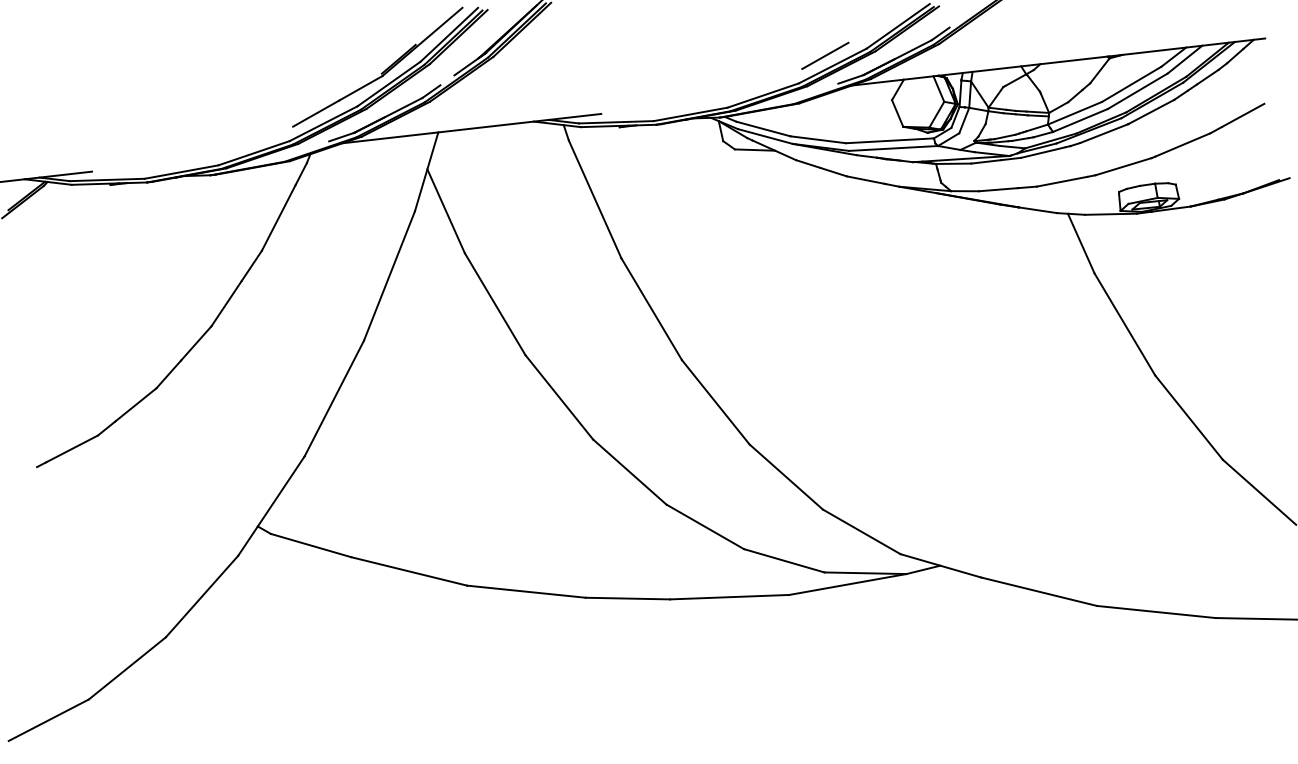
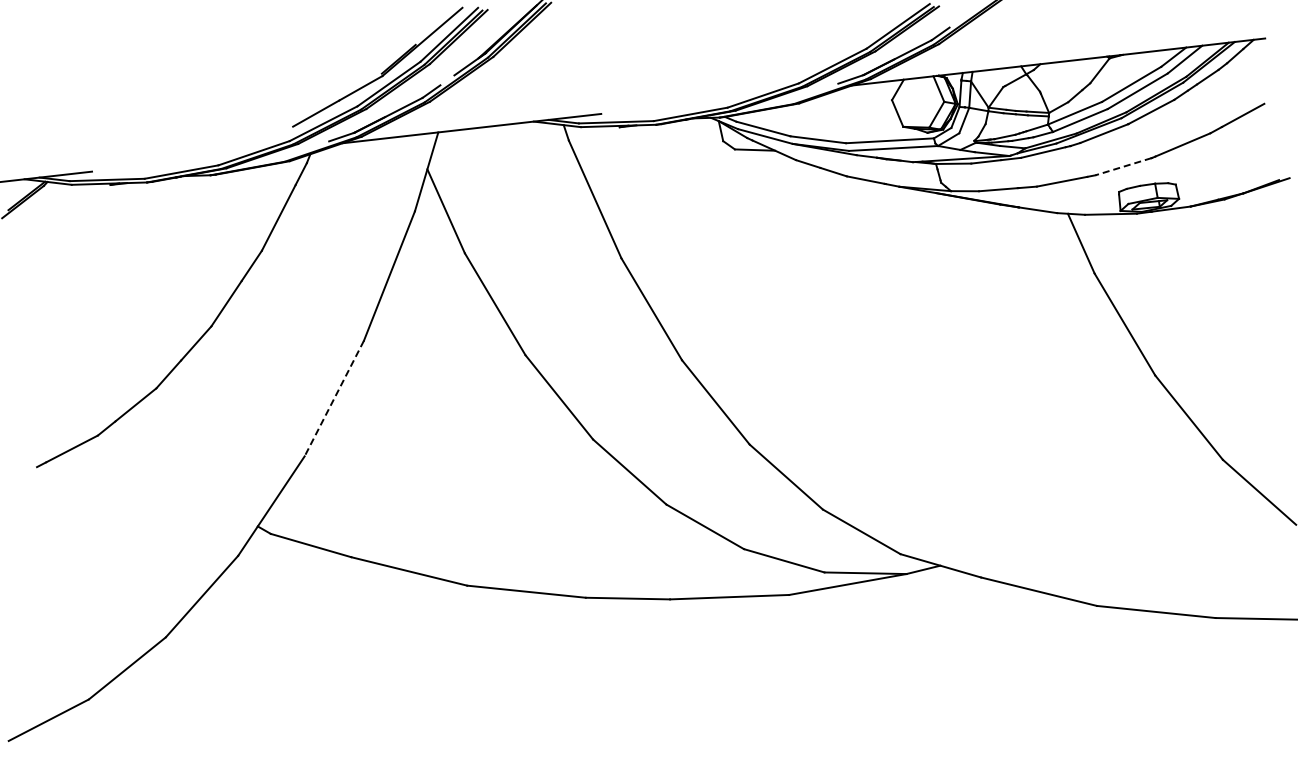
line at (825, 55): present -> none
line at (1123, 166): solid -> dashed
line at (334, 398): solid -> dashed
